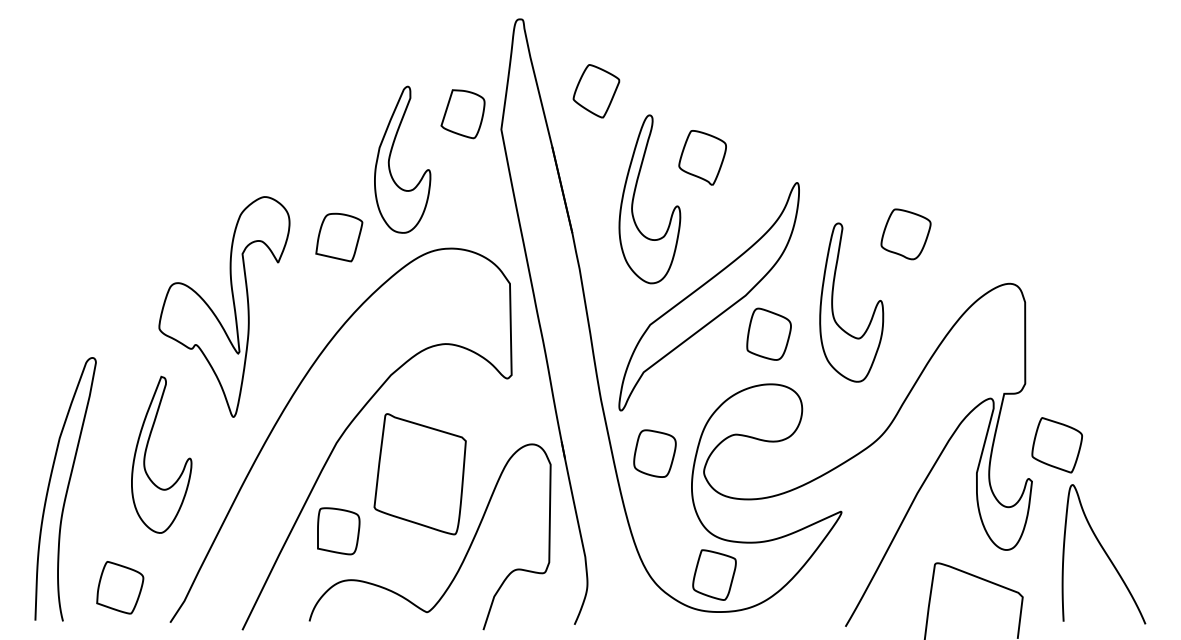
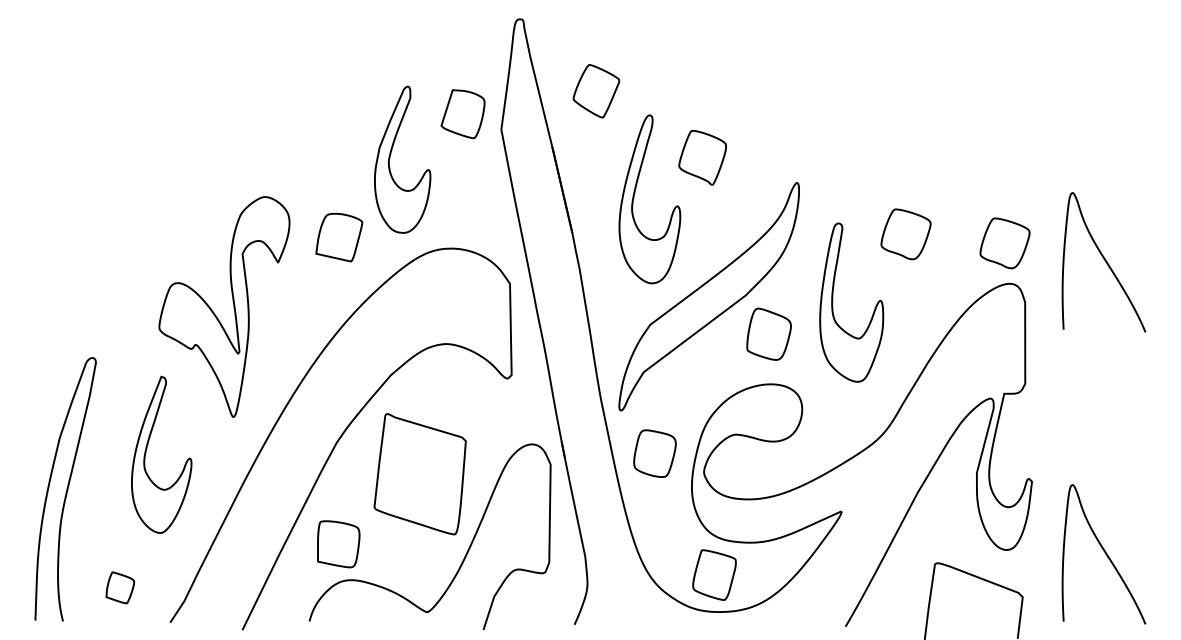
part at (1004, 243): none -> present
curve at (1105, 262): none -> present
part at (1056, 445): present -> none
part at (338, 531) position: (338, 531) -> (338, 544)
part at (120, 587) size: 49x54 px -> 31x34 px
